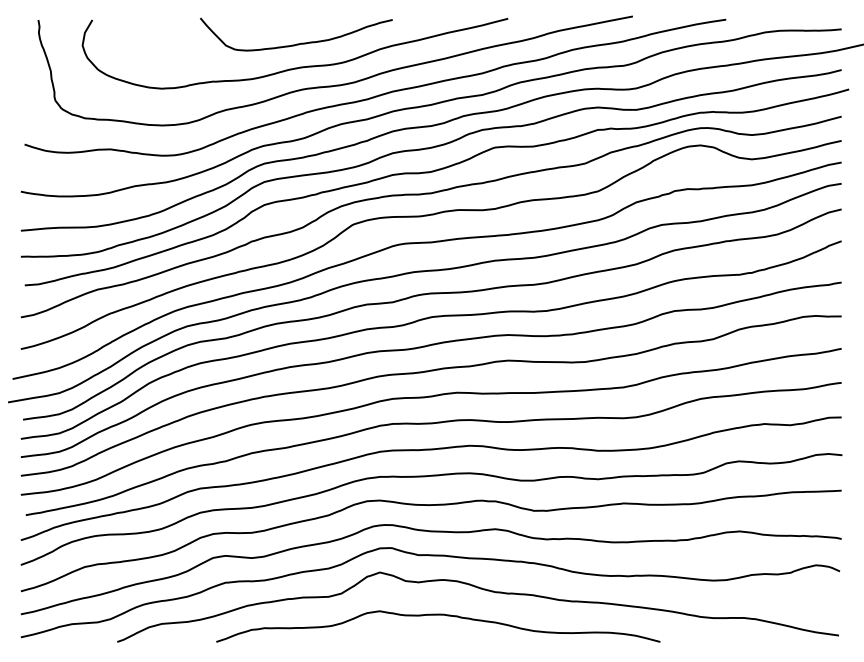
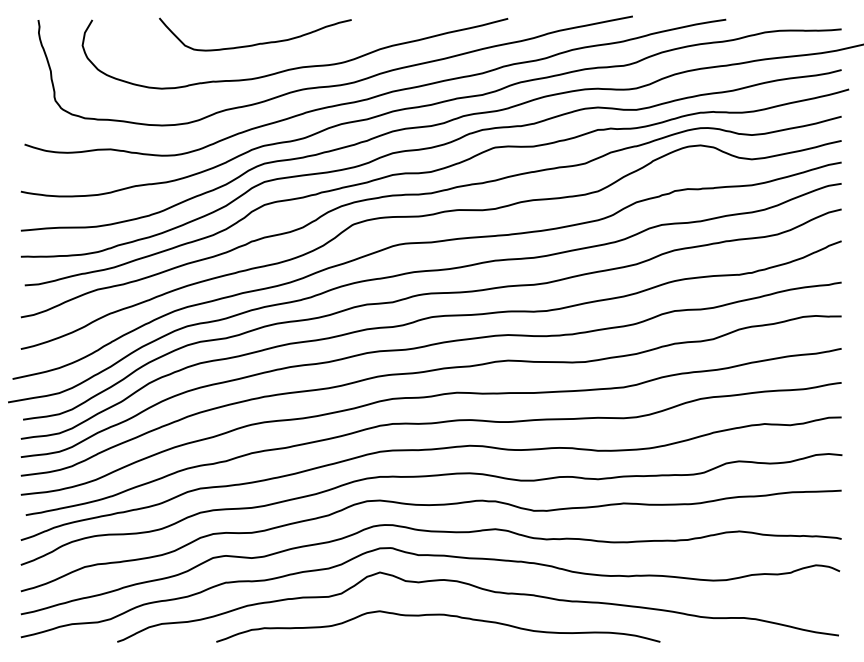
curve at (296, 43) position: (296, 43) -> (255, 43)
